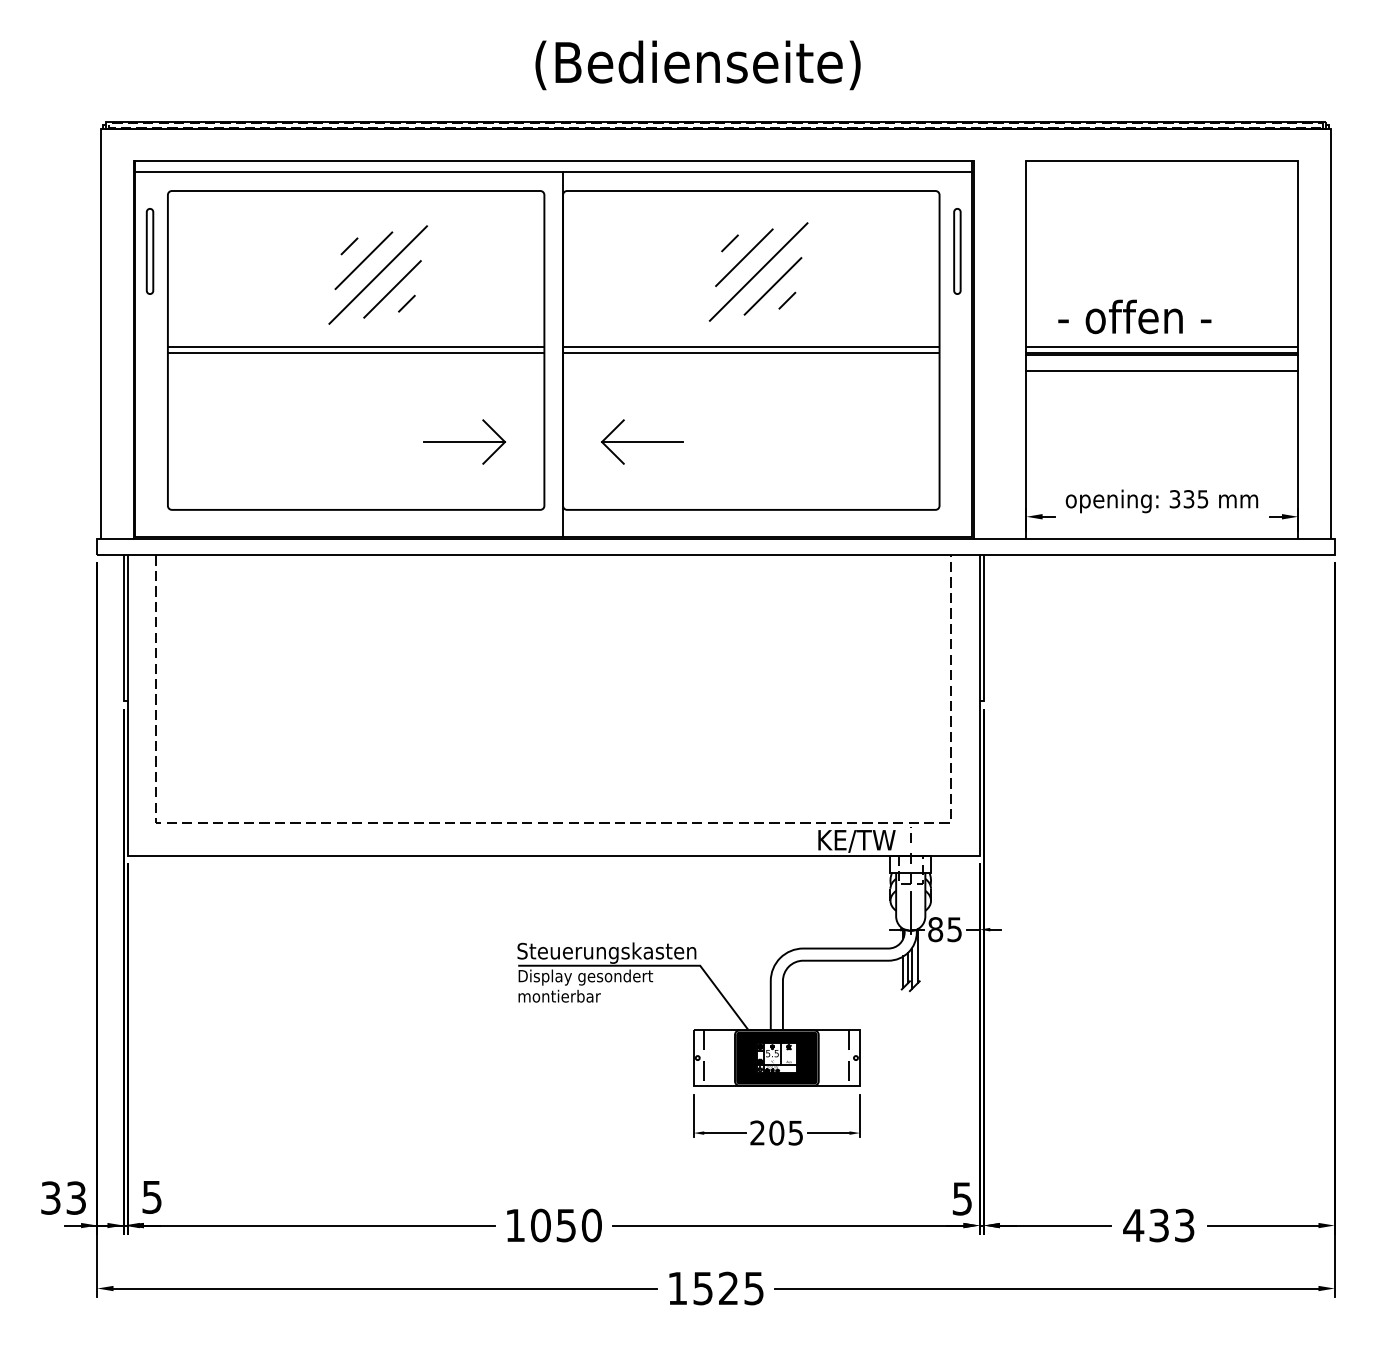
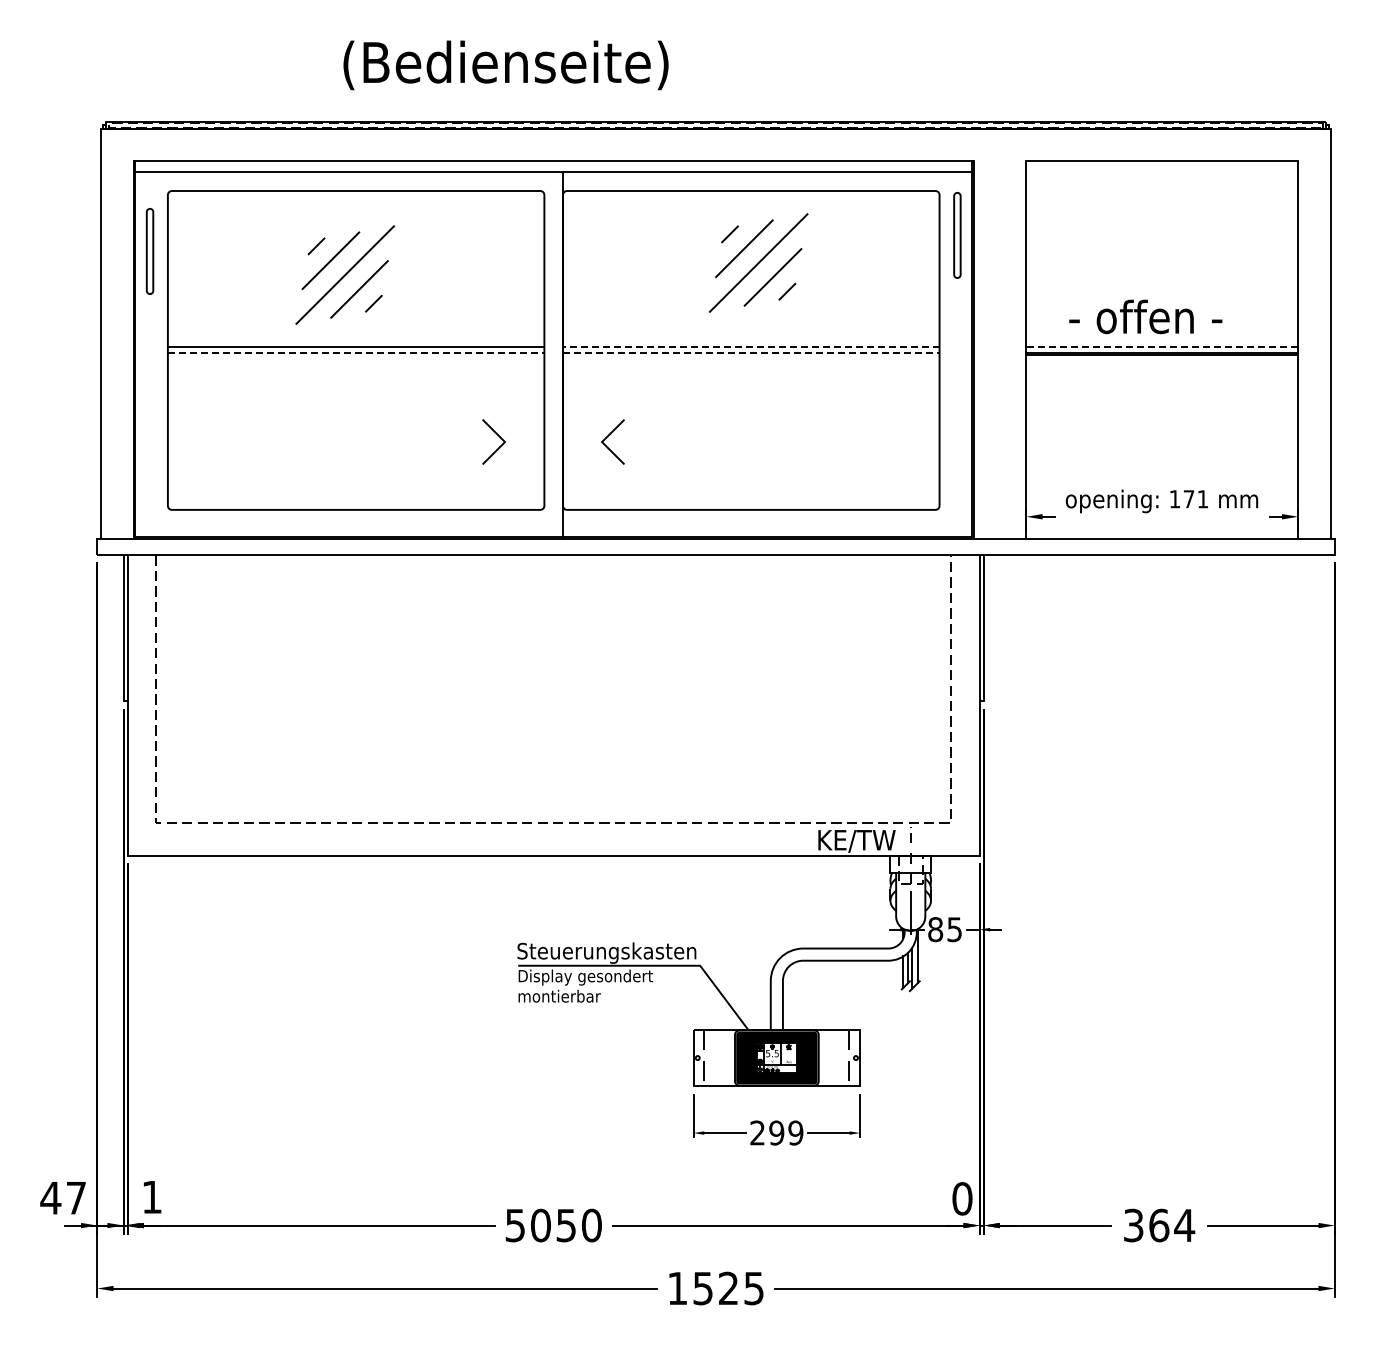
text at (697, 65) position: (697, 65) -> (505, 65)
part at (957, 251) position: (957, 251) -> (957, 235)
part at (758, 271) position: (758, 271) -> (758, 262)
part at (377, 274) position: (377, 274) -> (344, 274)
text at (1134, 316) position: (1134, 316) -> (1145, 316)
line at (750, 346): solid -> dashed
line at (1162, 346): solid -> dashed
line at (356, 353): solid -> dashed
line at (751, 353): solid -> dashed
line at (1162, 371): present -> none
line at (464, 442): present -> none
line at (642, 442): present -> none
text at (1188, 499): 335 -> 171
text at (786, 1132): 205 -> 299
text at (62, 1197): 33 -> 47
text at (151, 1197): 5 -> 1
text at (962, 1198): 5 -> 0
text at (514, 1225): 1050 -> 5050
text at (1159, 1225): 433 -> 364
